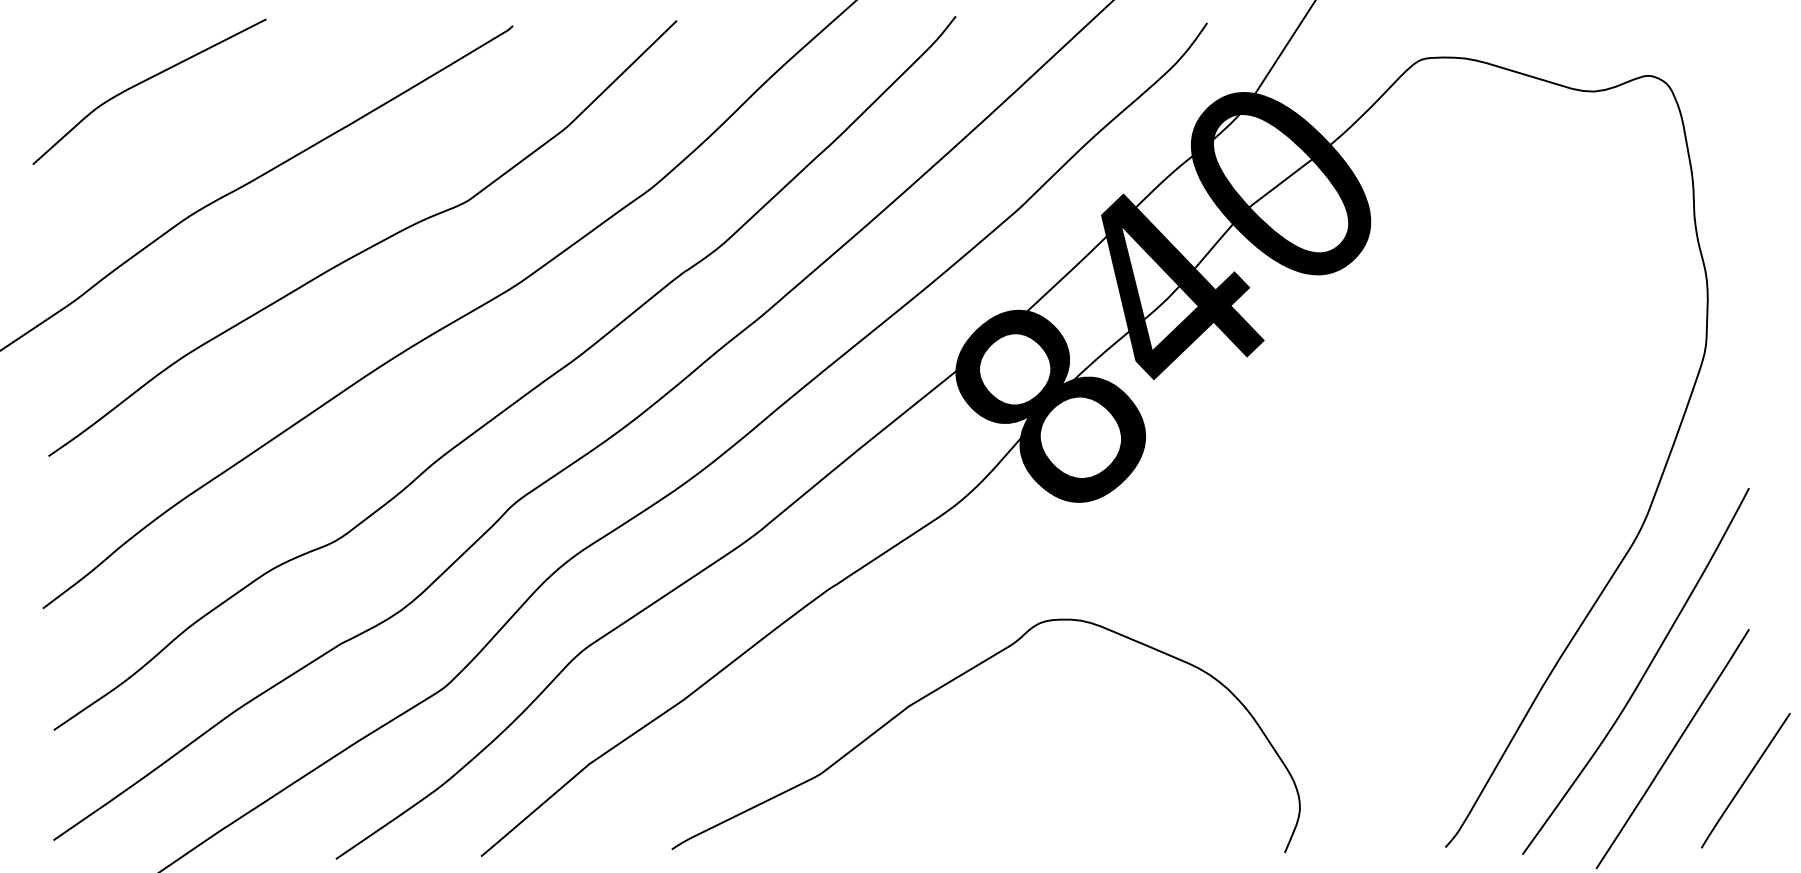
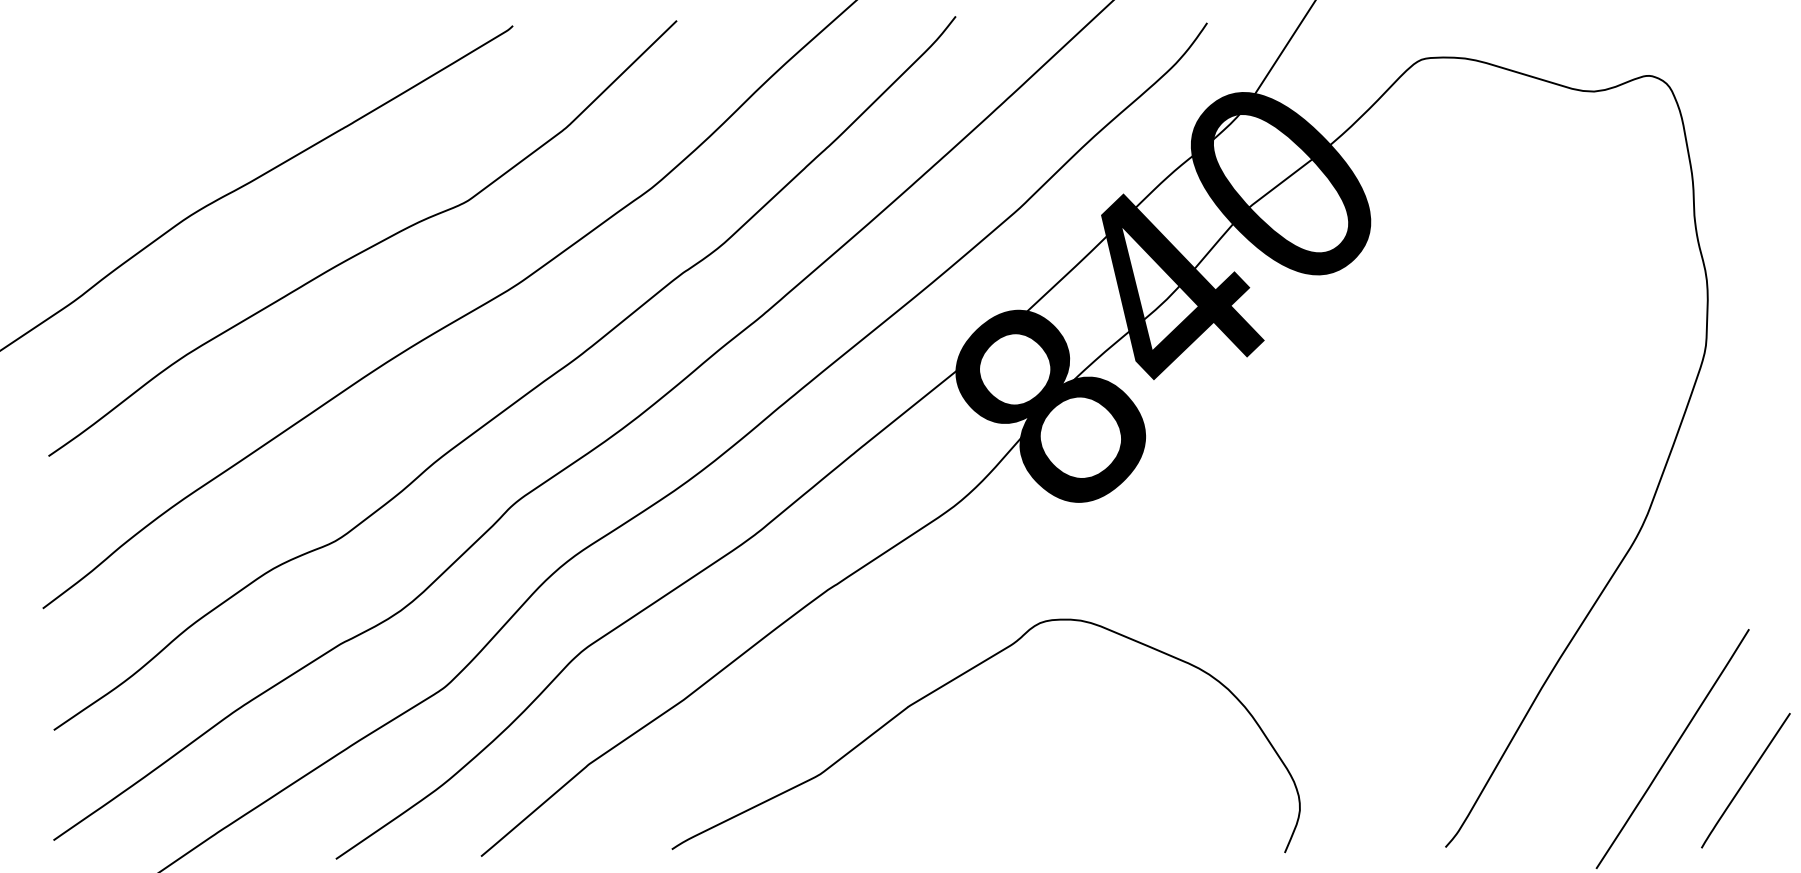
curve at (145, 81): present -> none
curve at (1642, 675): present -> none
